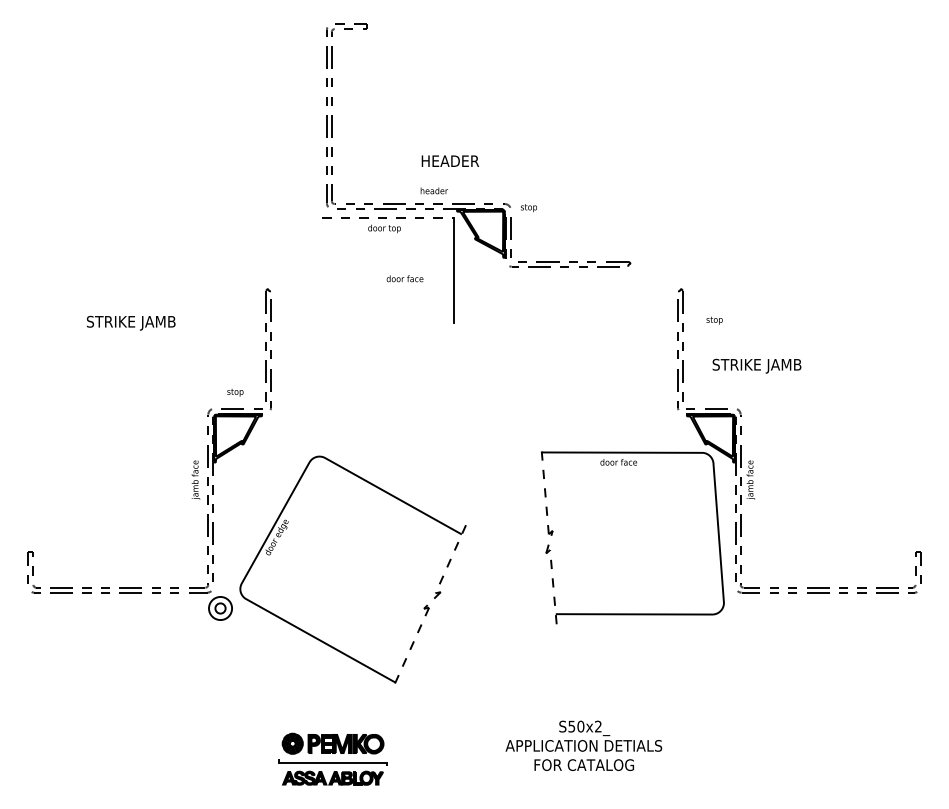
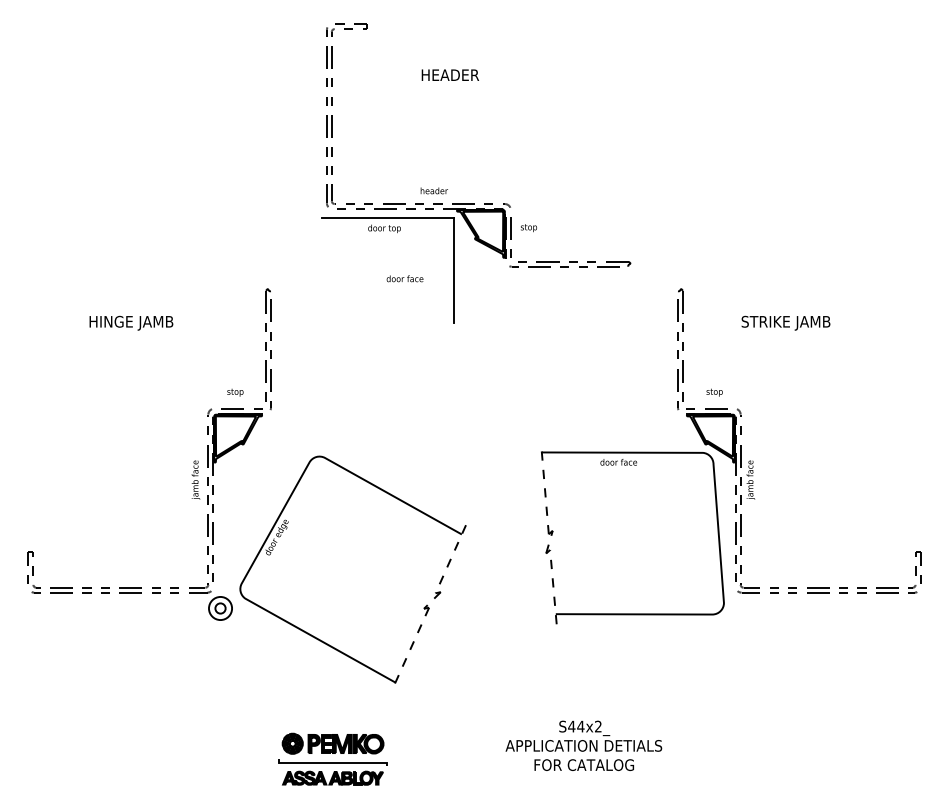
text at (449, 160) position: (449, 160) -> (449, 74)
text at (528, 208) position: (528, 208) -> (528, 228)
line at (388, 217): dashed -> solid
text at (714, 320) position: (714, 320) -> (714, 392)
text at (130, 322): STRIKE JAMB -> HINGE JAMB
text at (756, 365) position: (756, 365) -> (785, 322)
text at (576, 726): S50x2_ -> S44x2_
